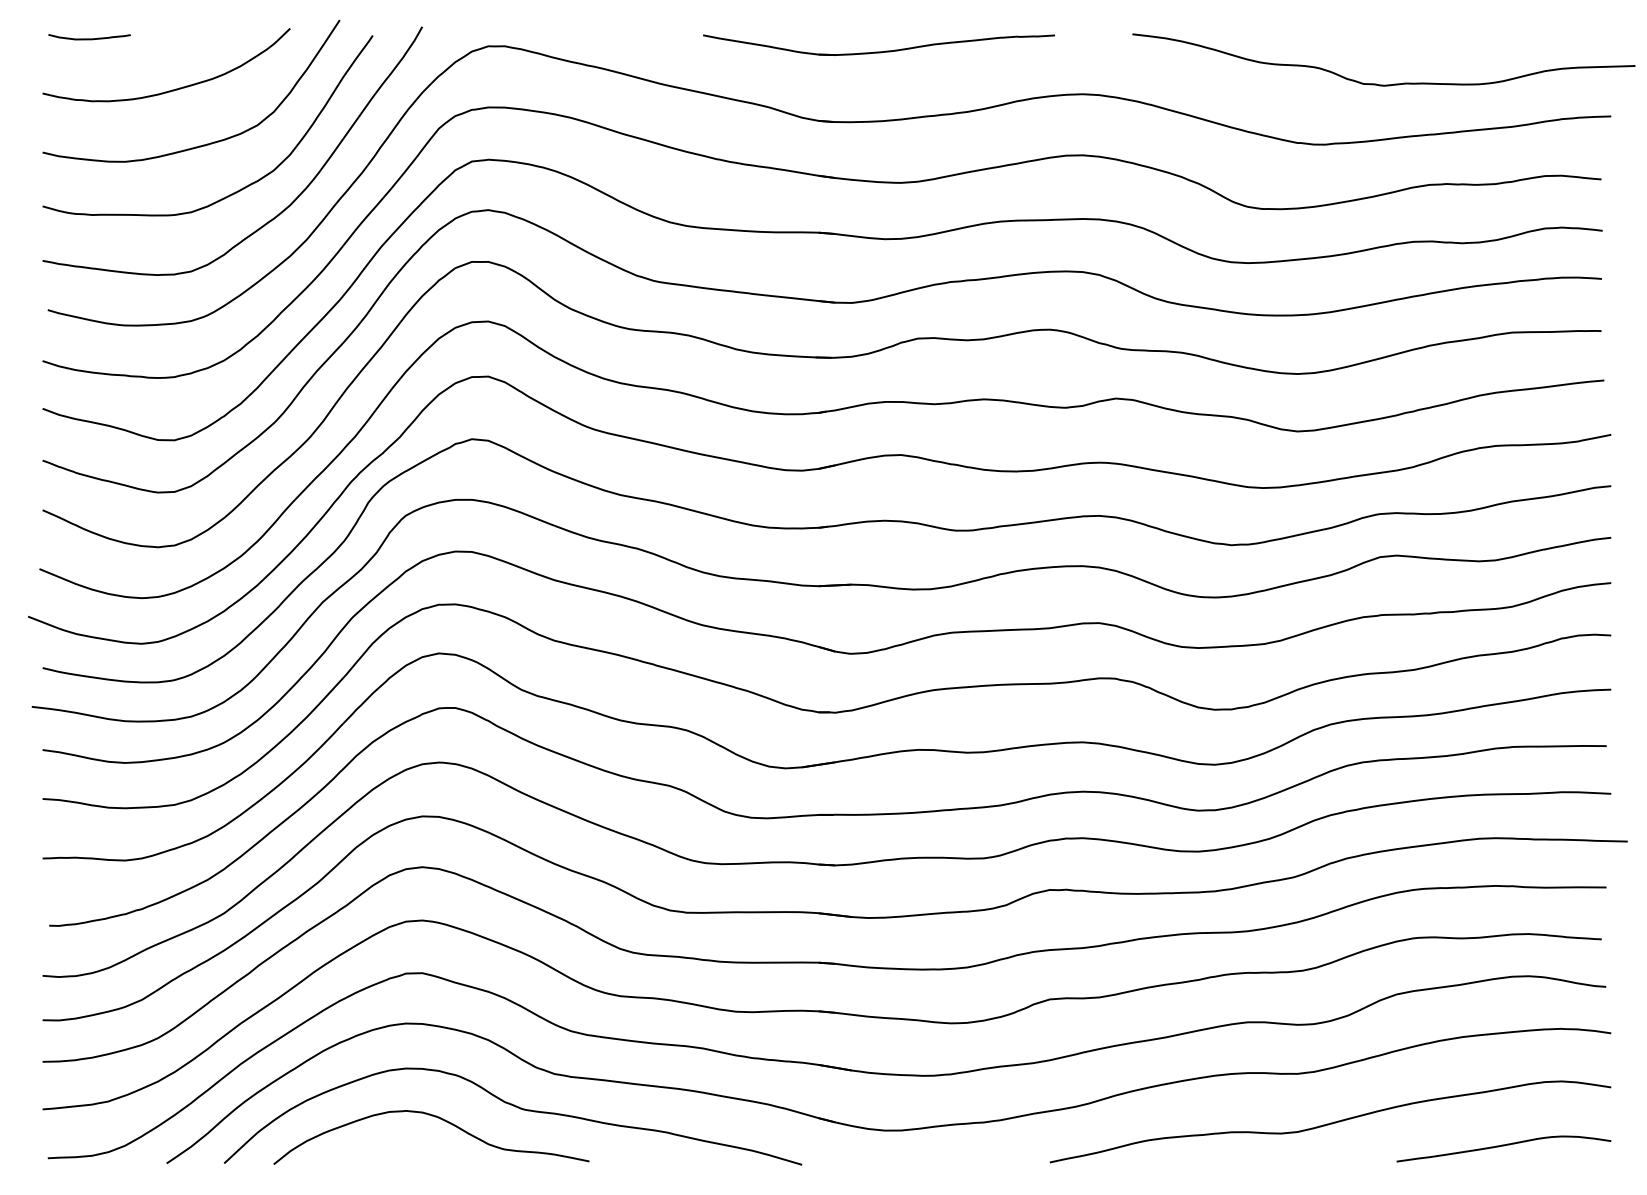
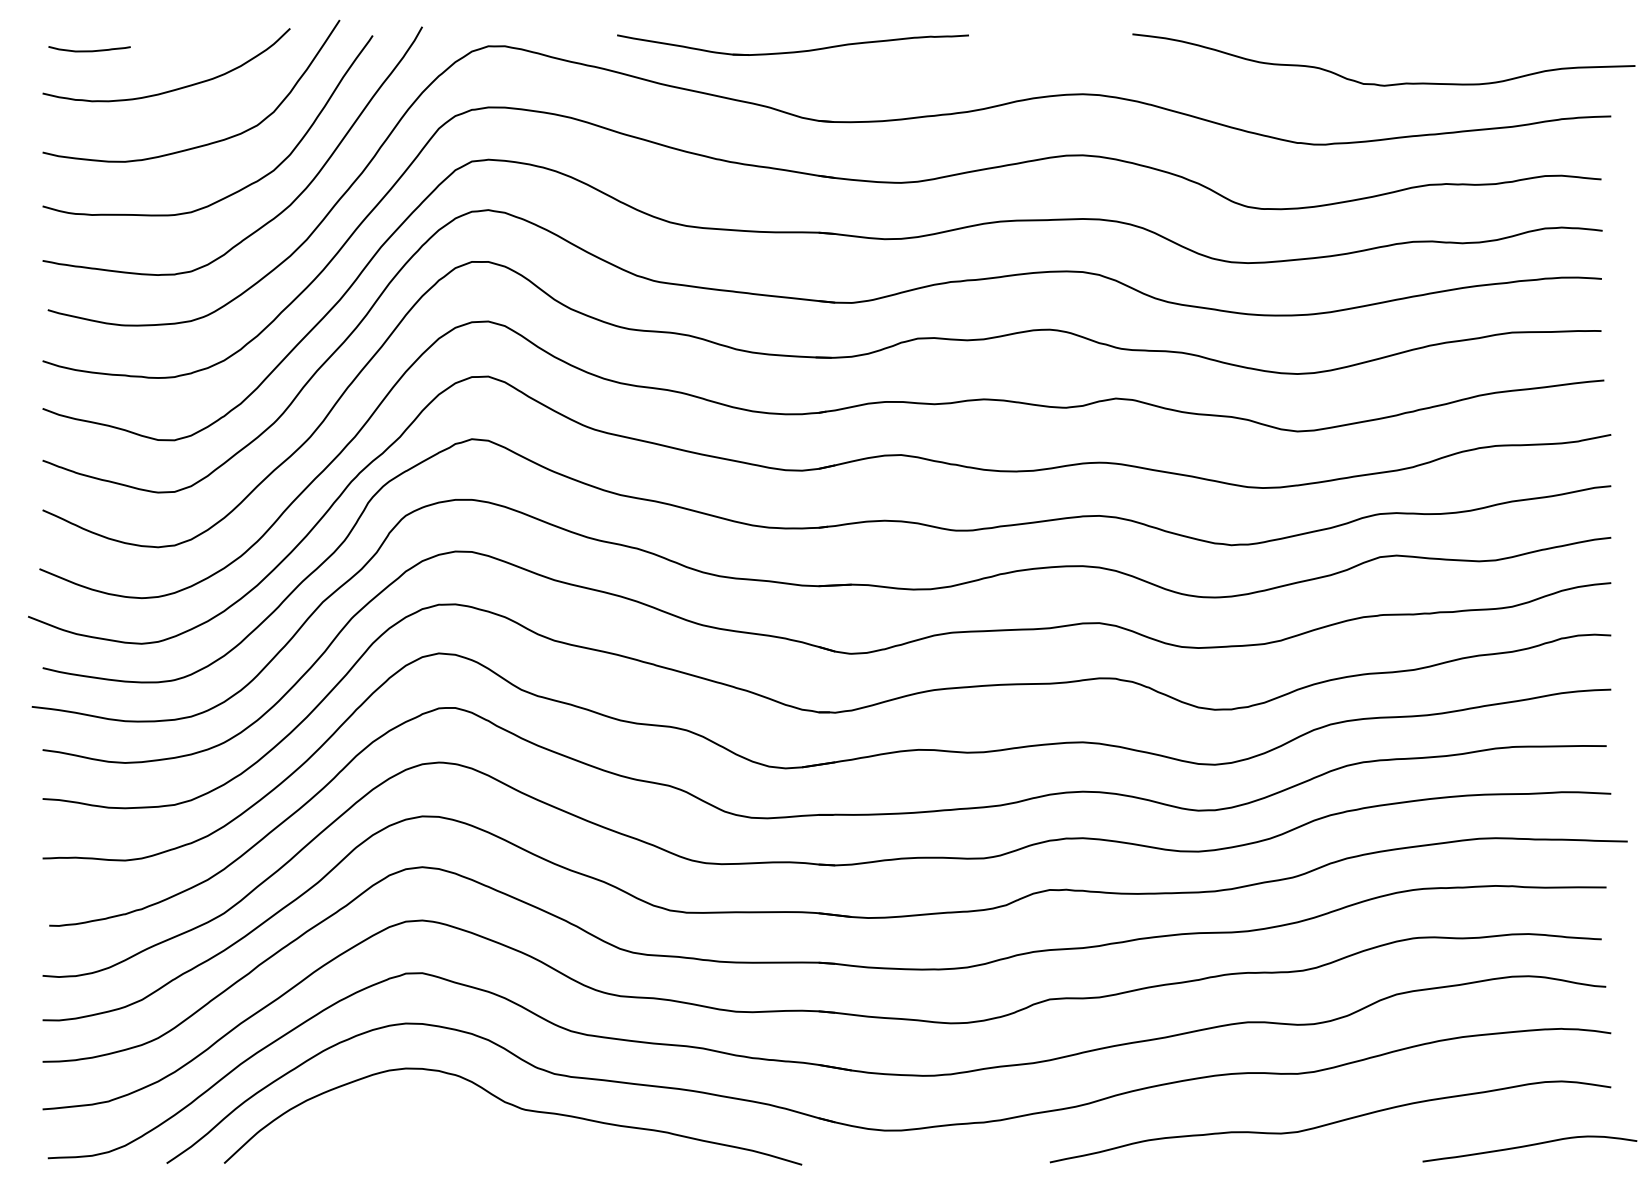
curve at (89, 38) position: (89, 38) -> (89, 50)
part at (878, 51) position: (878, 51) -> (792, 51)
curve at (440, 1119): present -> none
curve at (1503, 1146) position: (1503, 1146) -> (1529, 1146)
